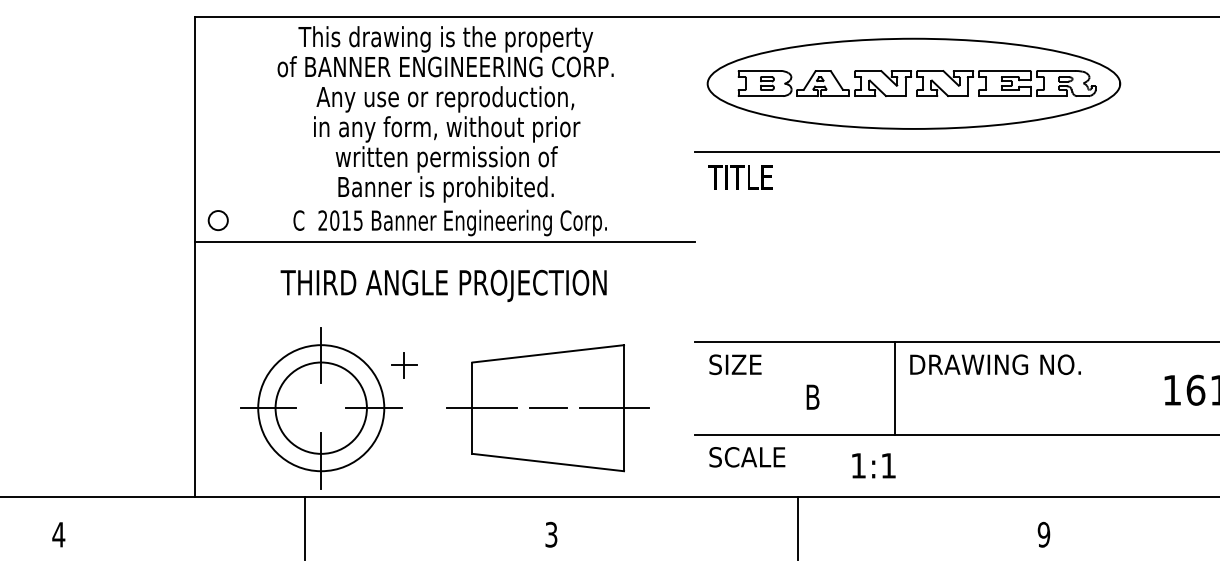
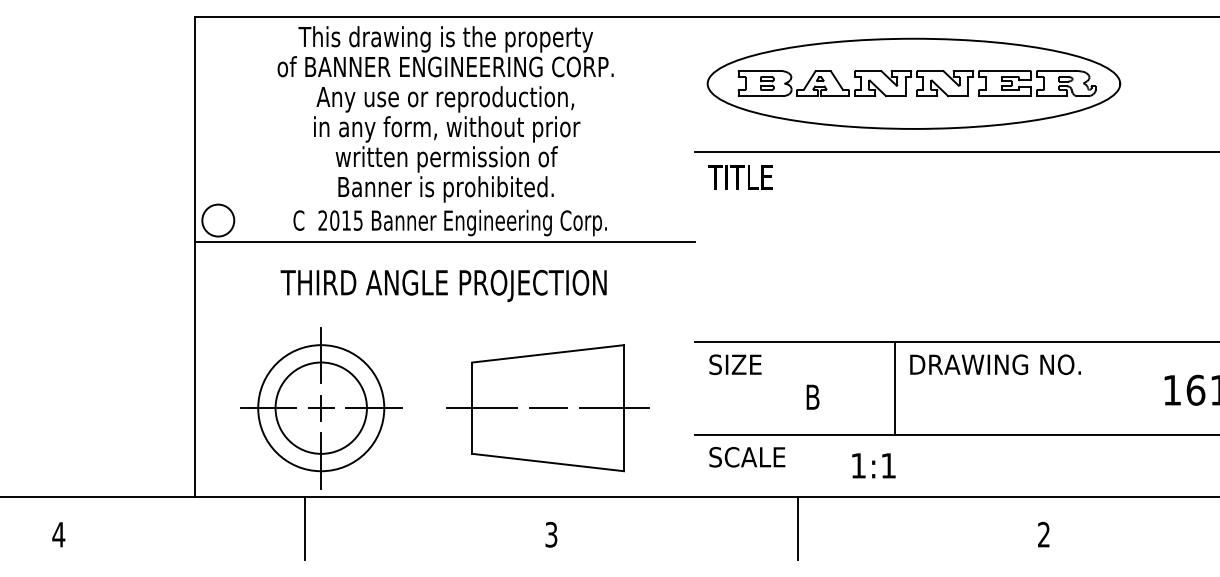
circle at (217, 220) diameter: 19 px -> 32 px
part at (404, 365) position: (404, 365) -> (321, 408)
text at (1043, 534): 9 -> 2
